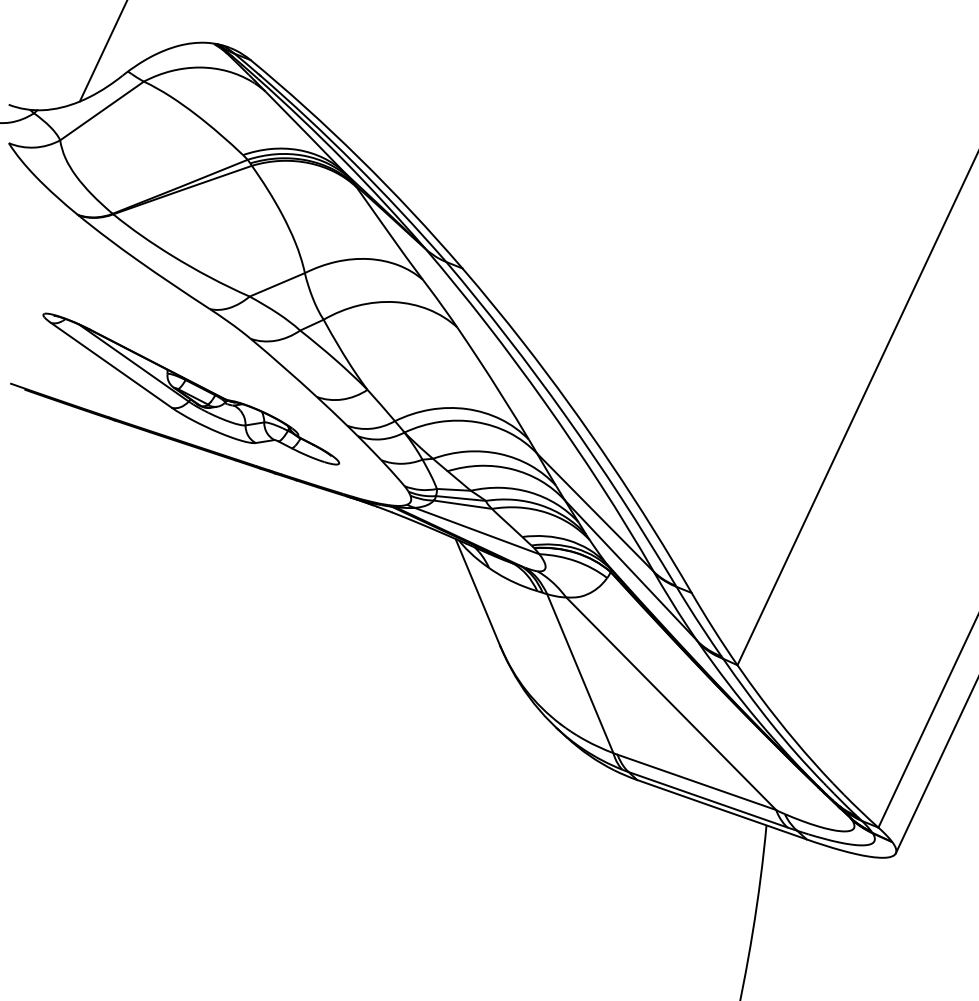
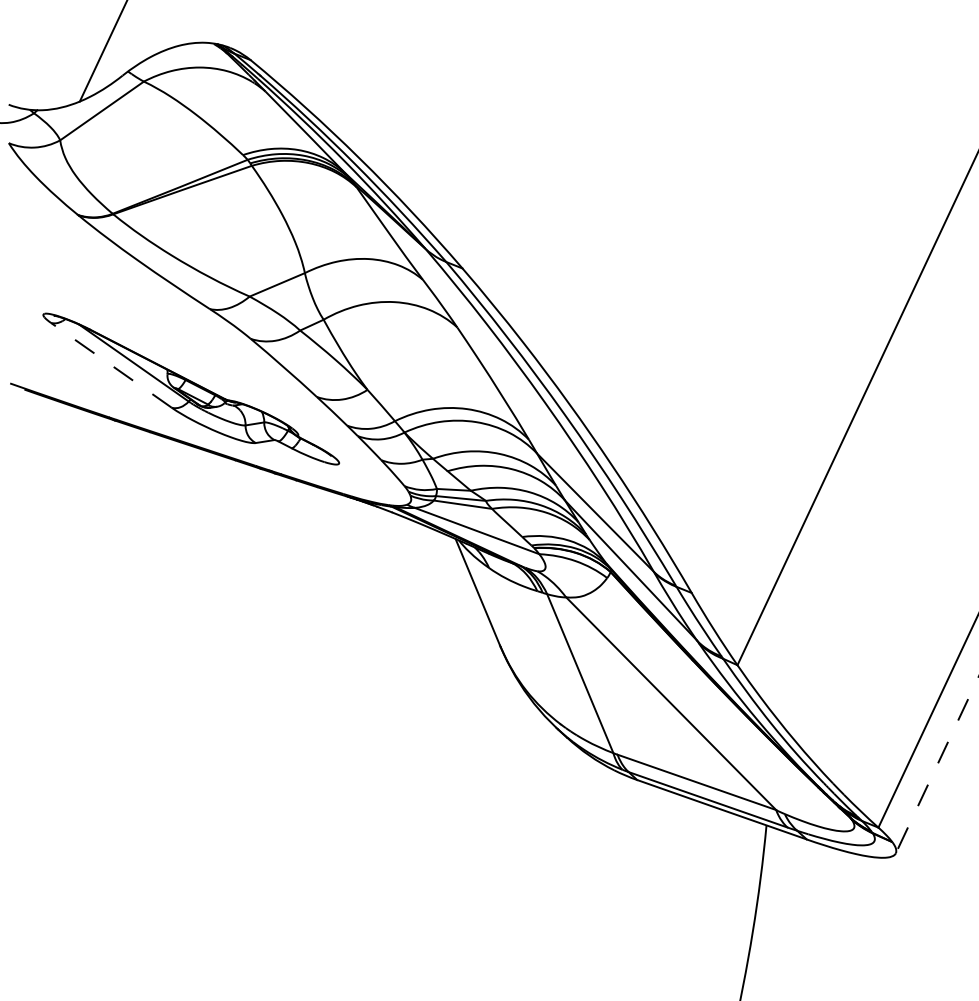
line at (111, 365): solid -> dashed
line at (937, 765): solid -> dashed
